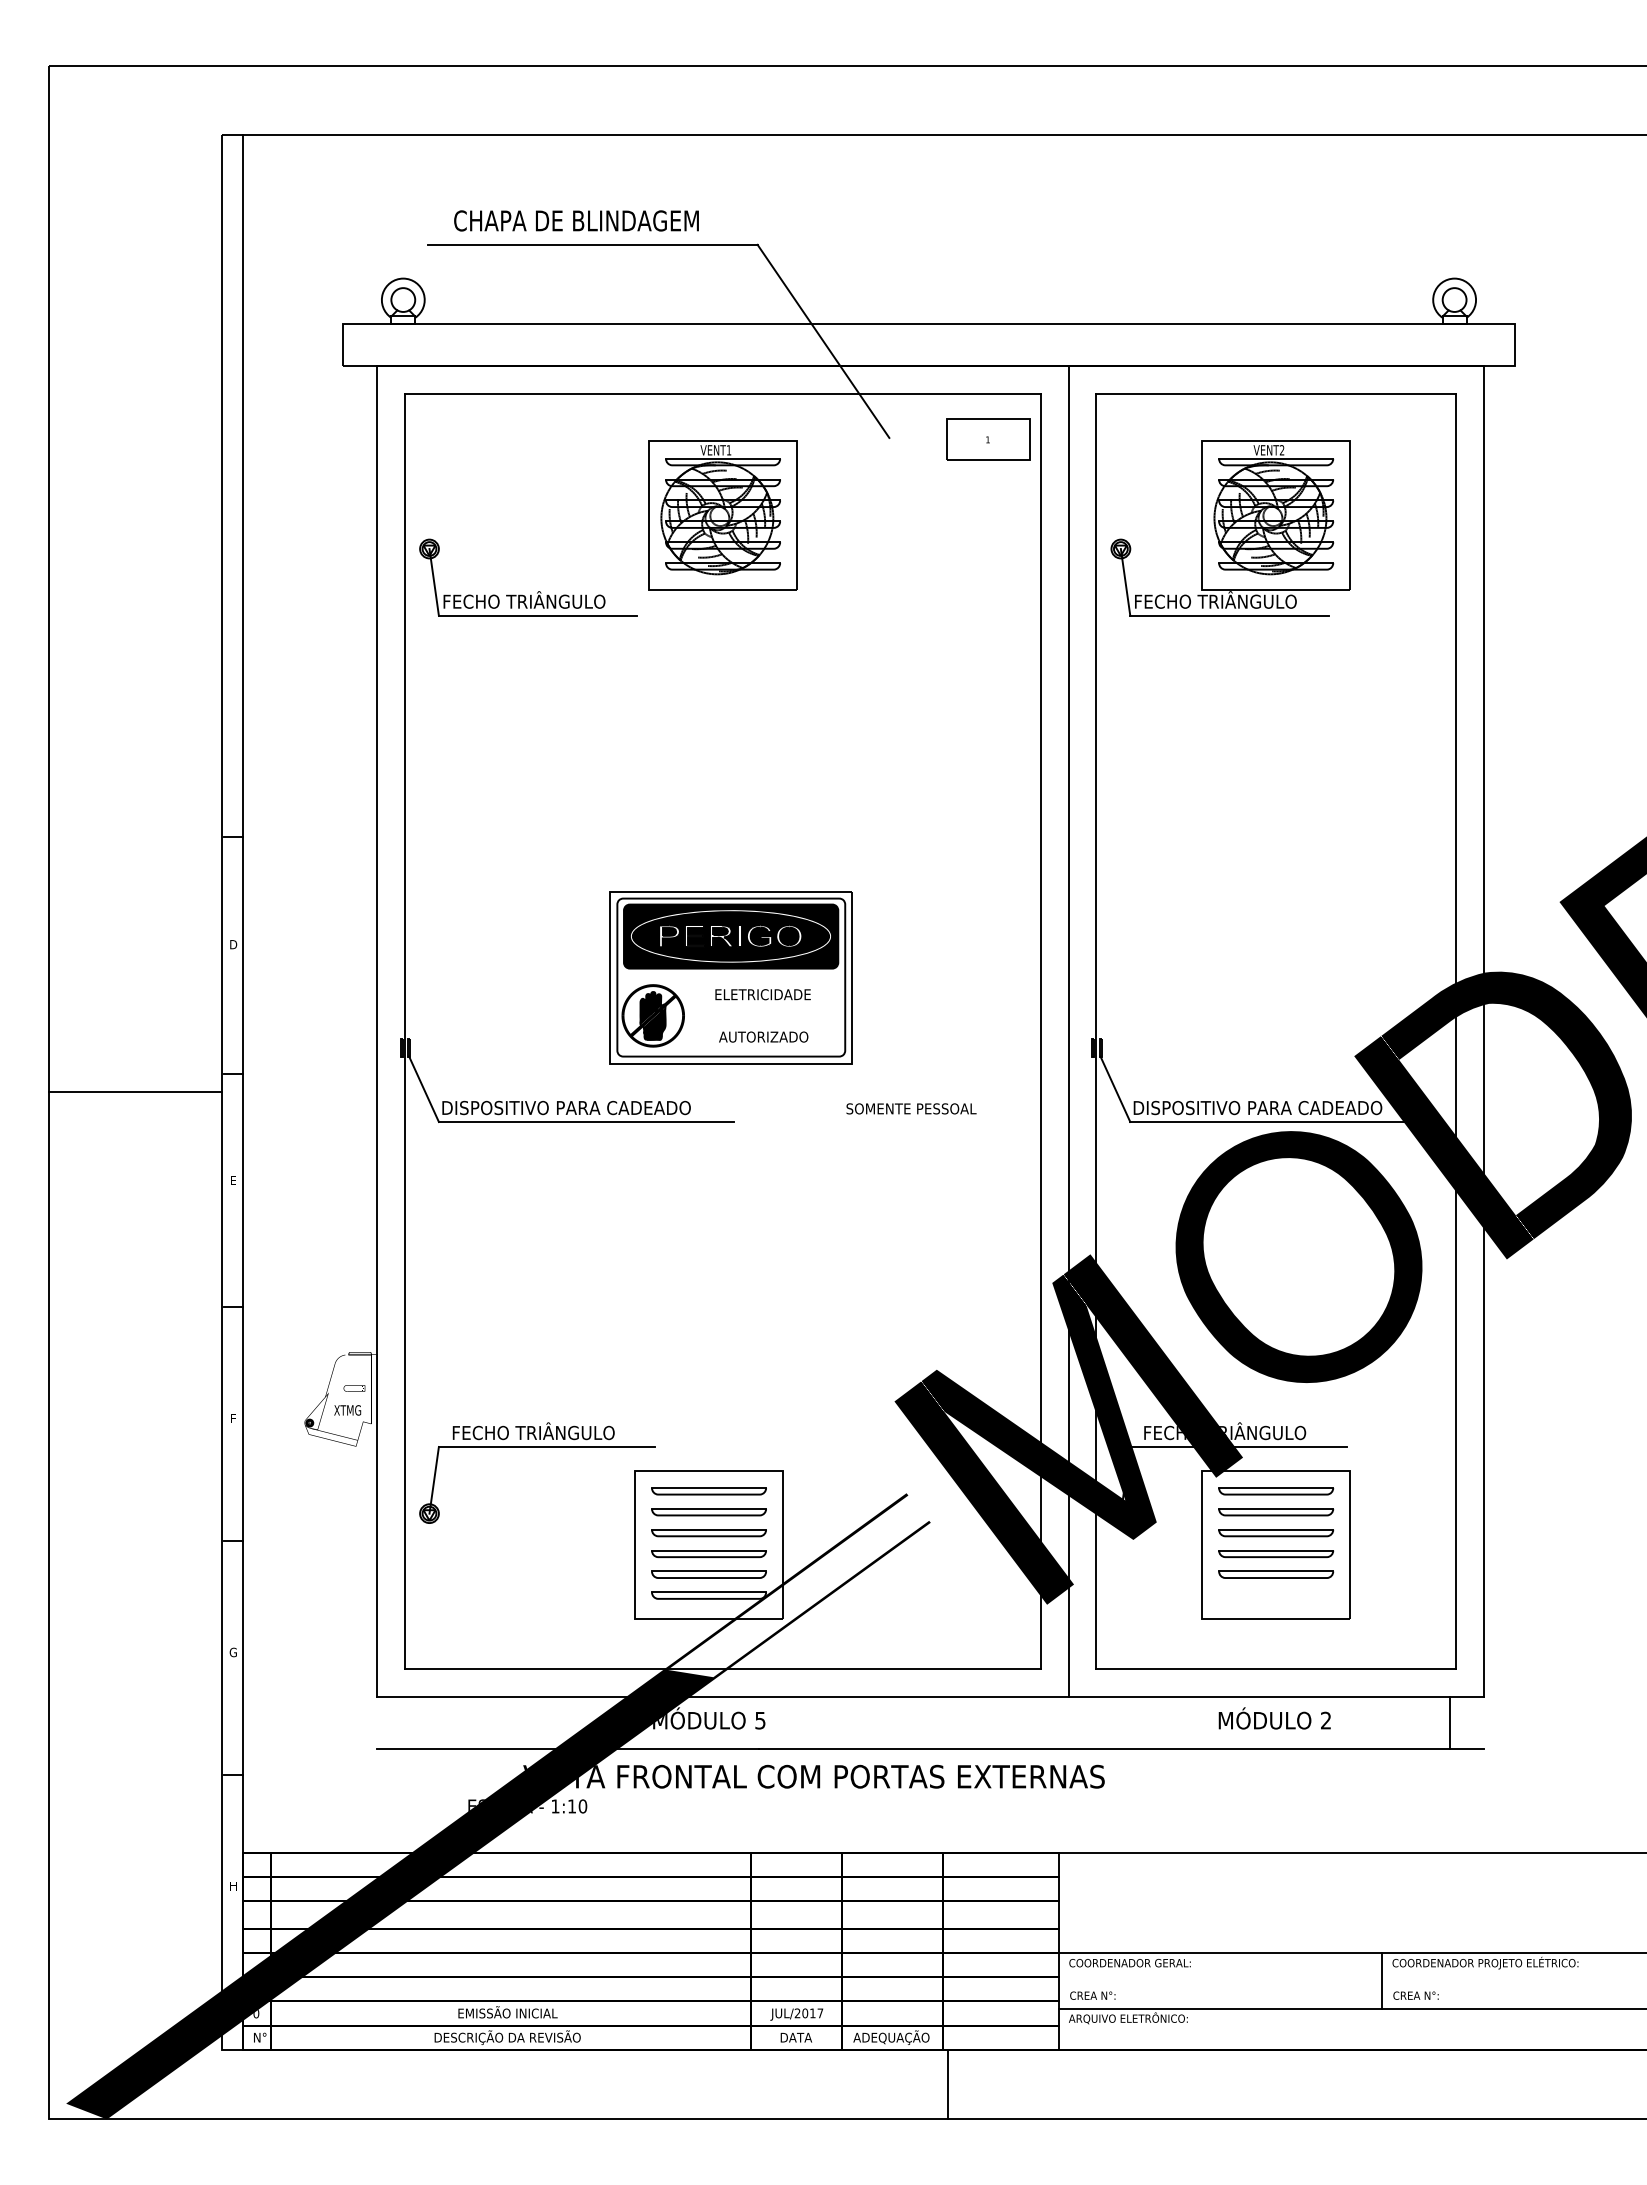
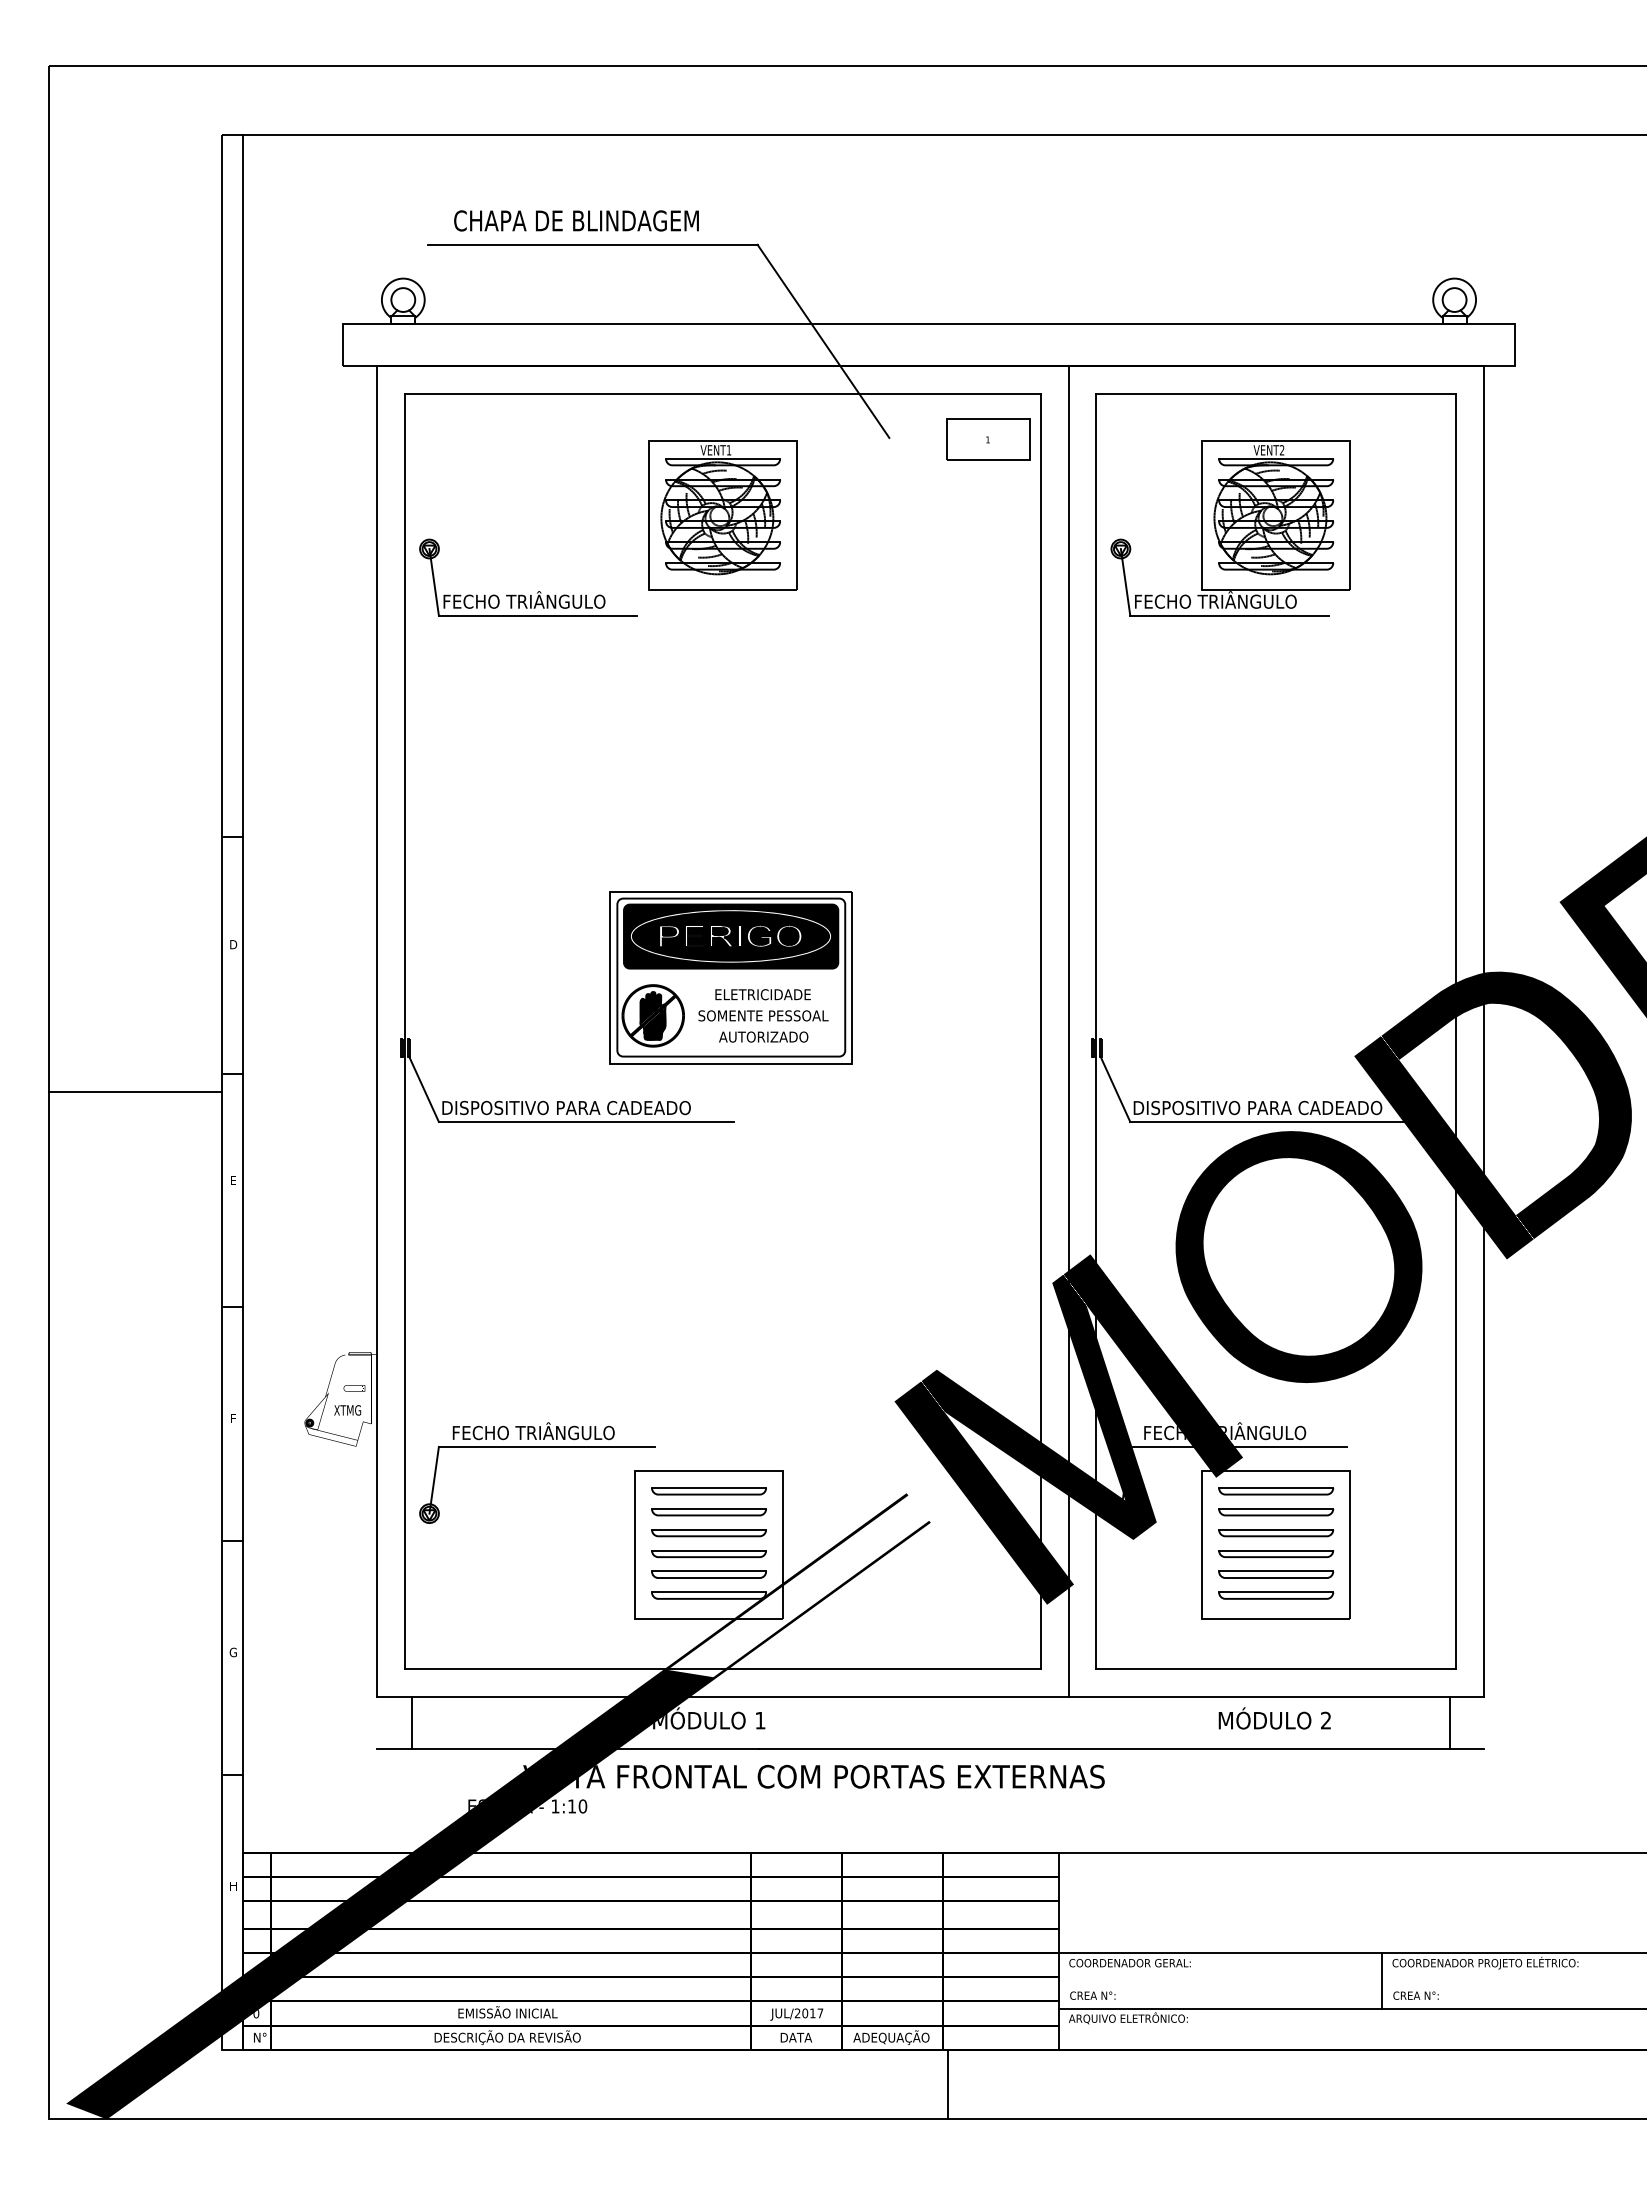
text at (911, 1108) position: (911, 1108) -> (763, 1015)
part at (1276, 1595): none -> present
text at (760, 1720): 5 -> 1
line at (411, 1722): none -> present
